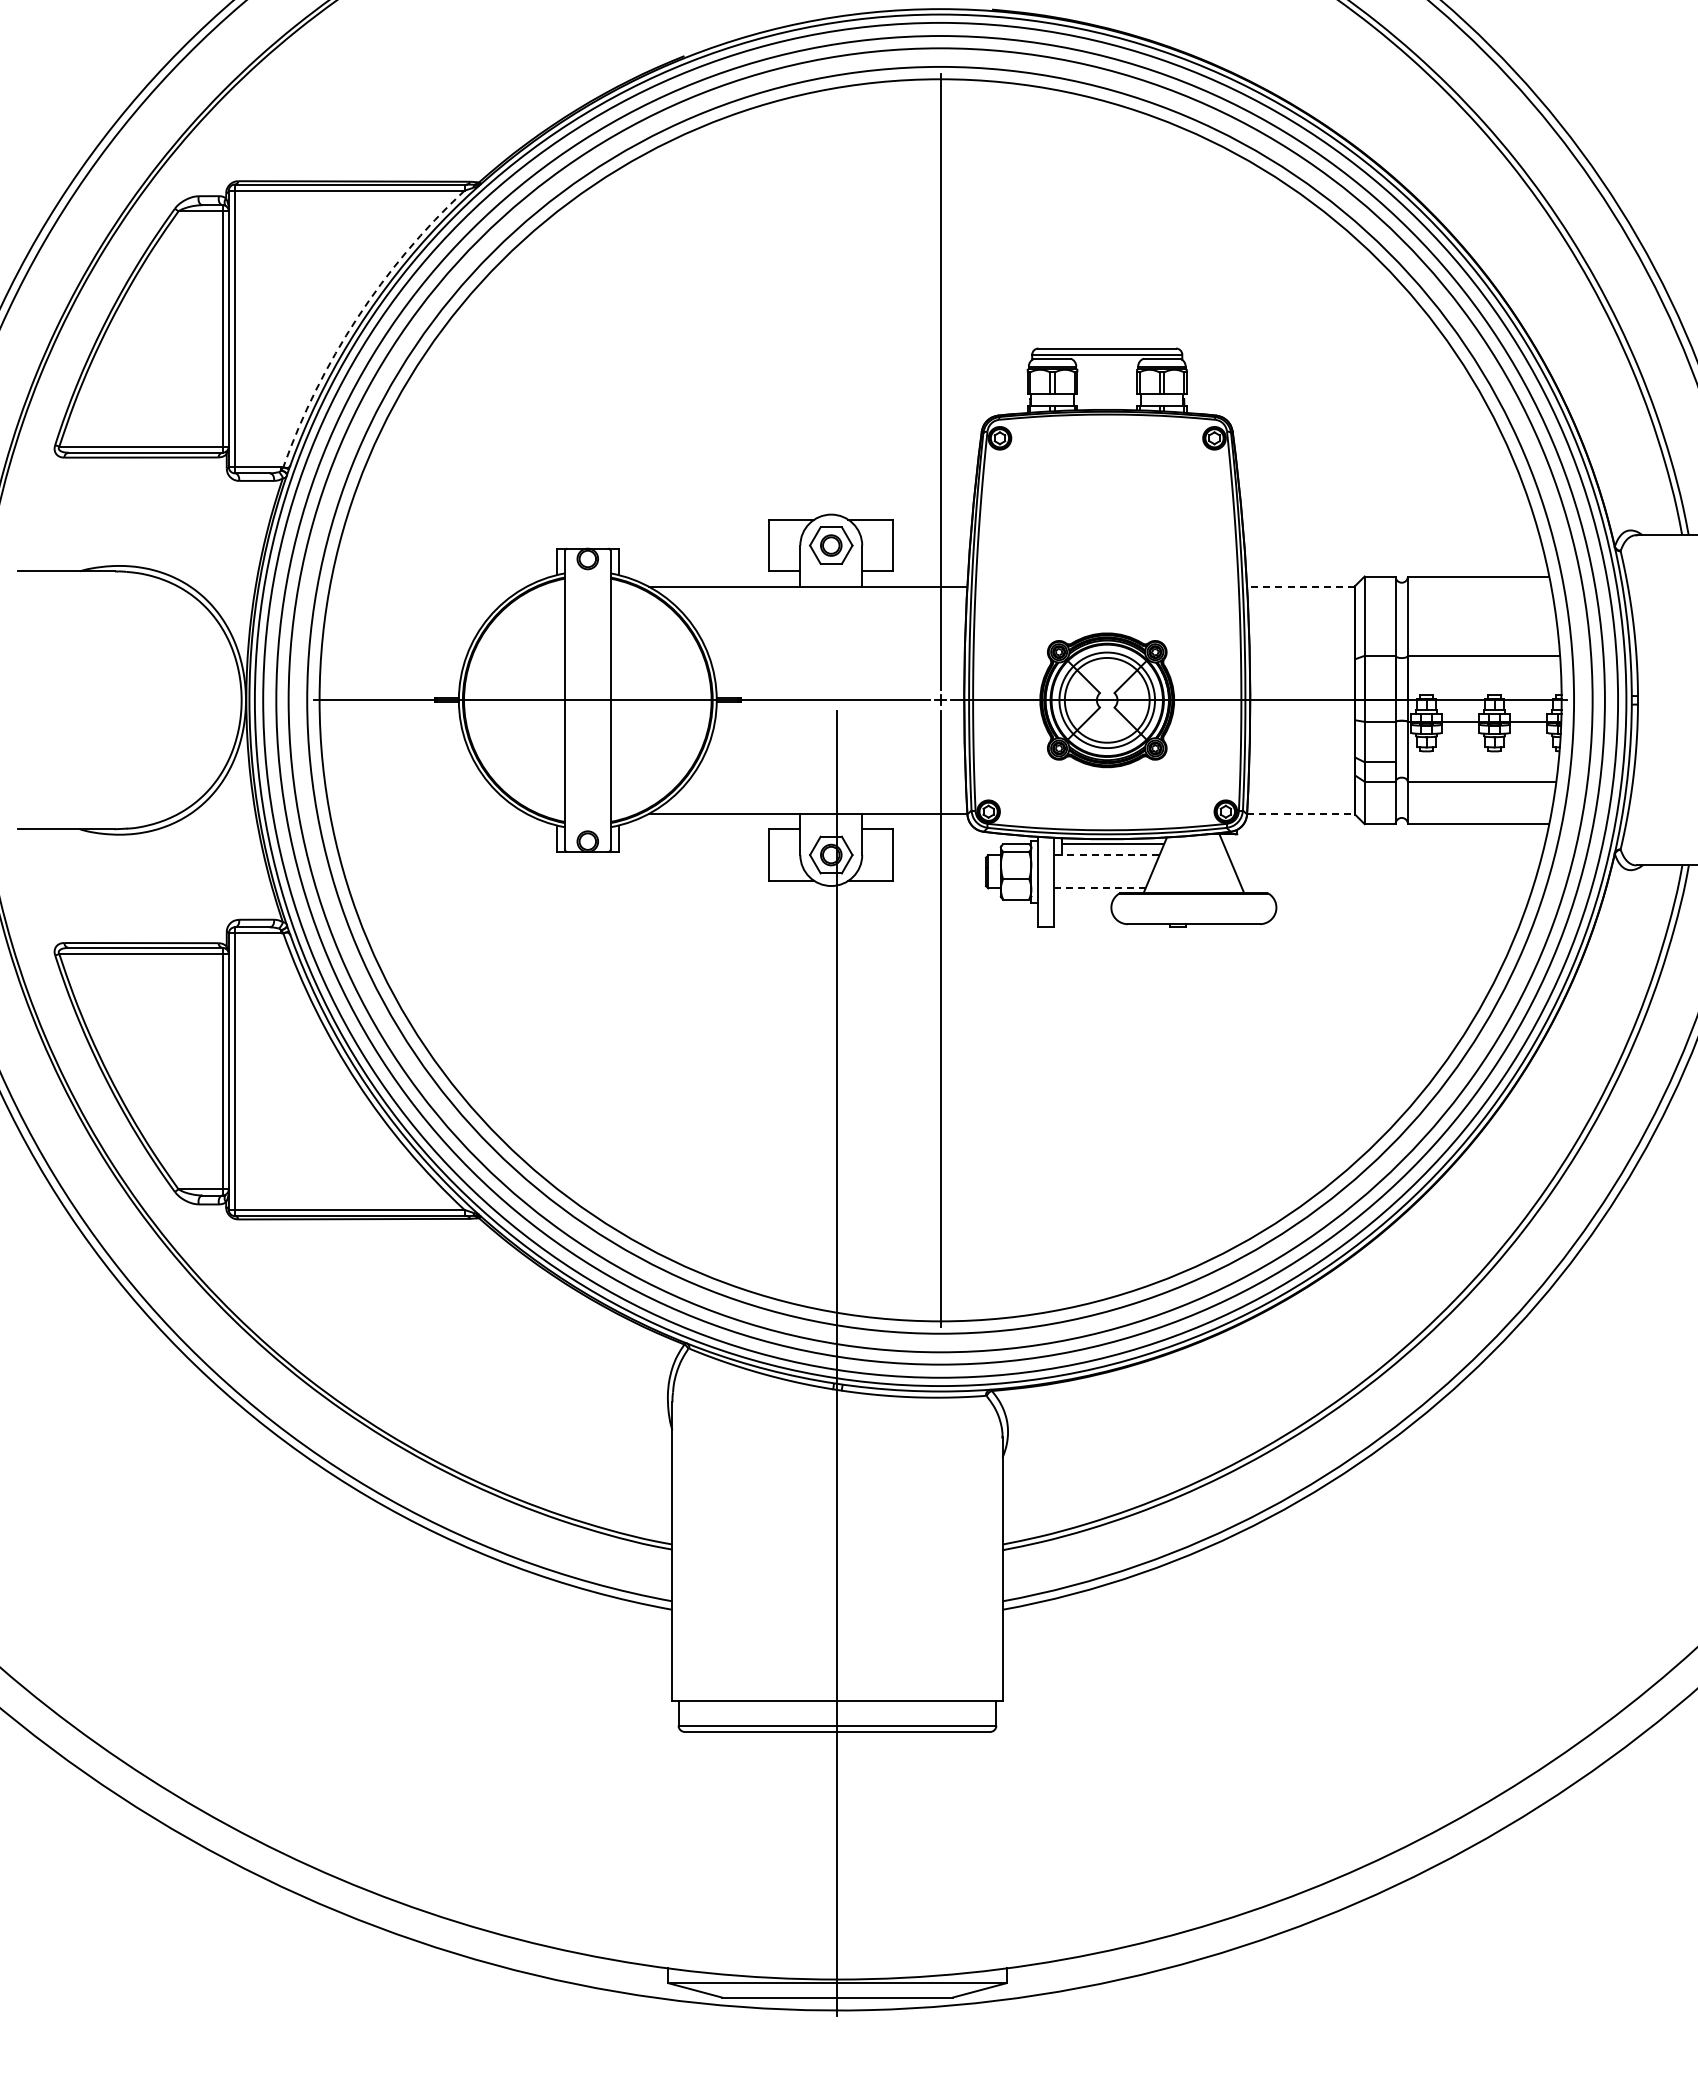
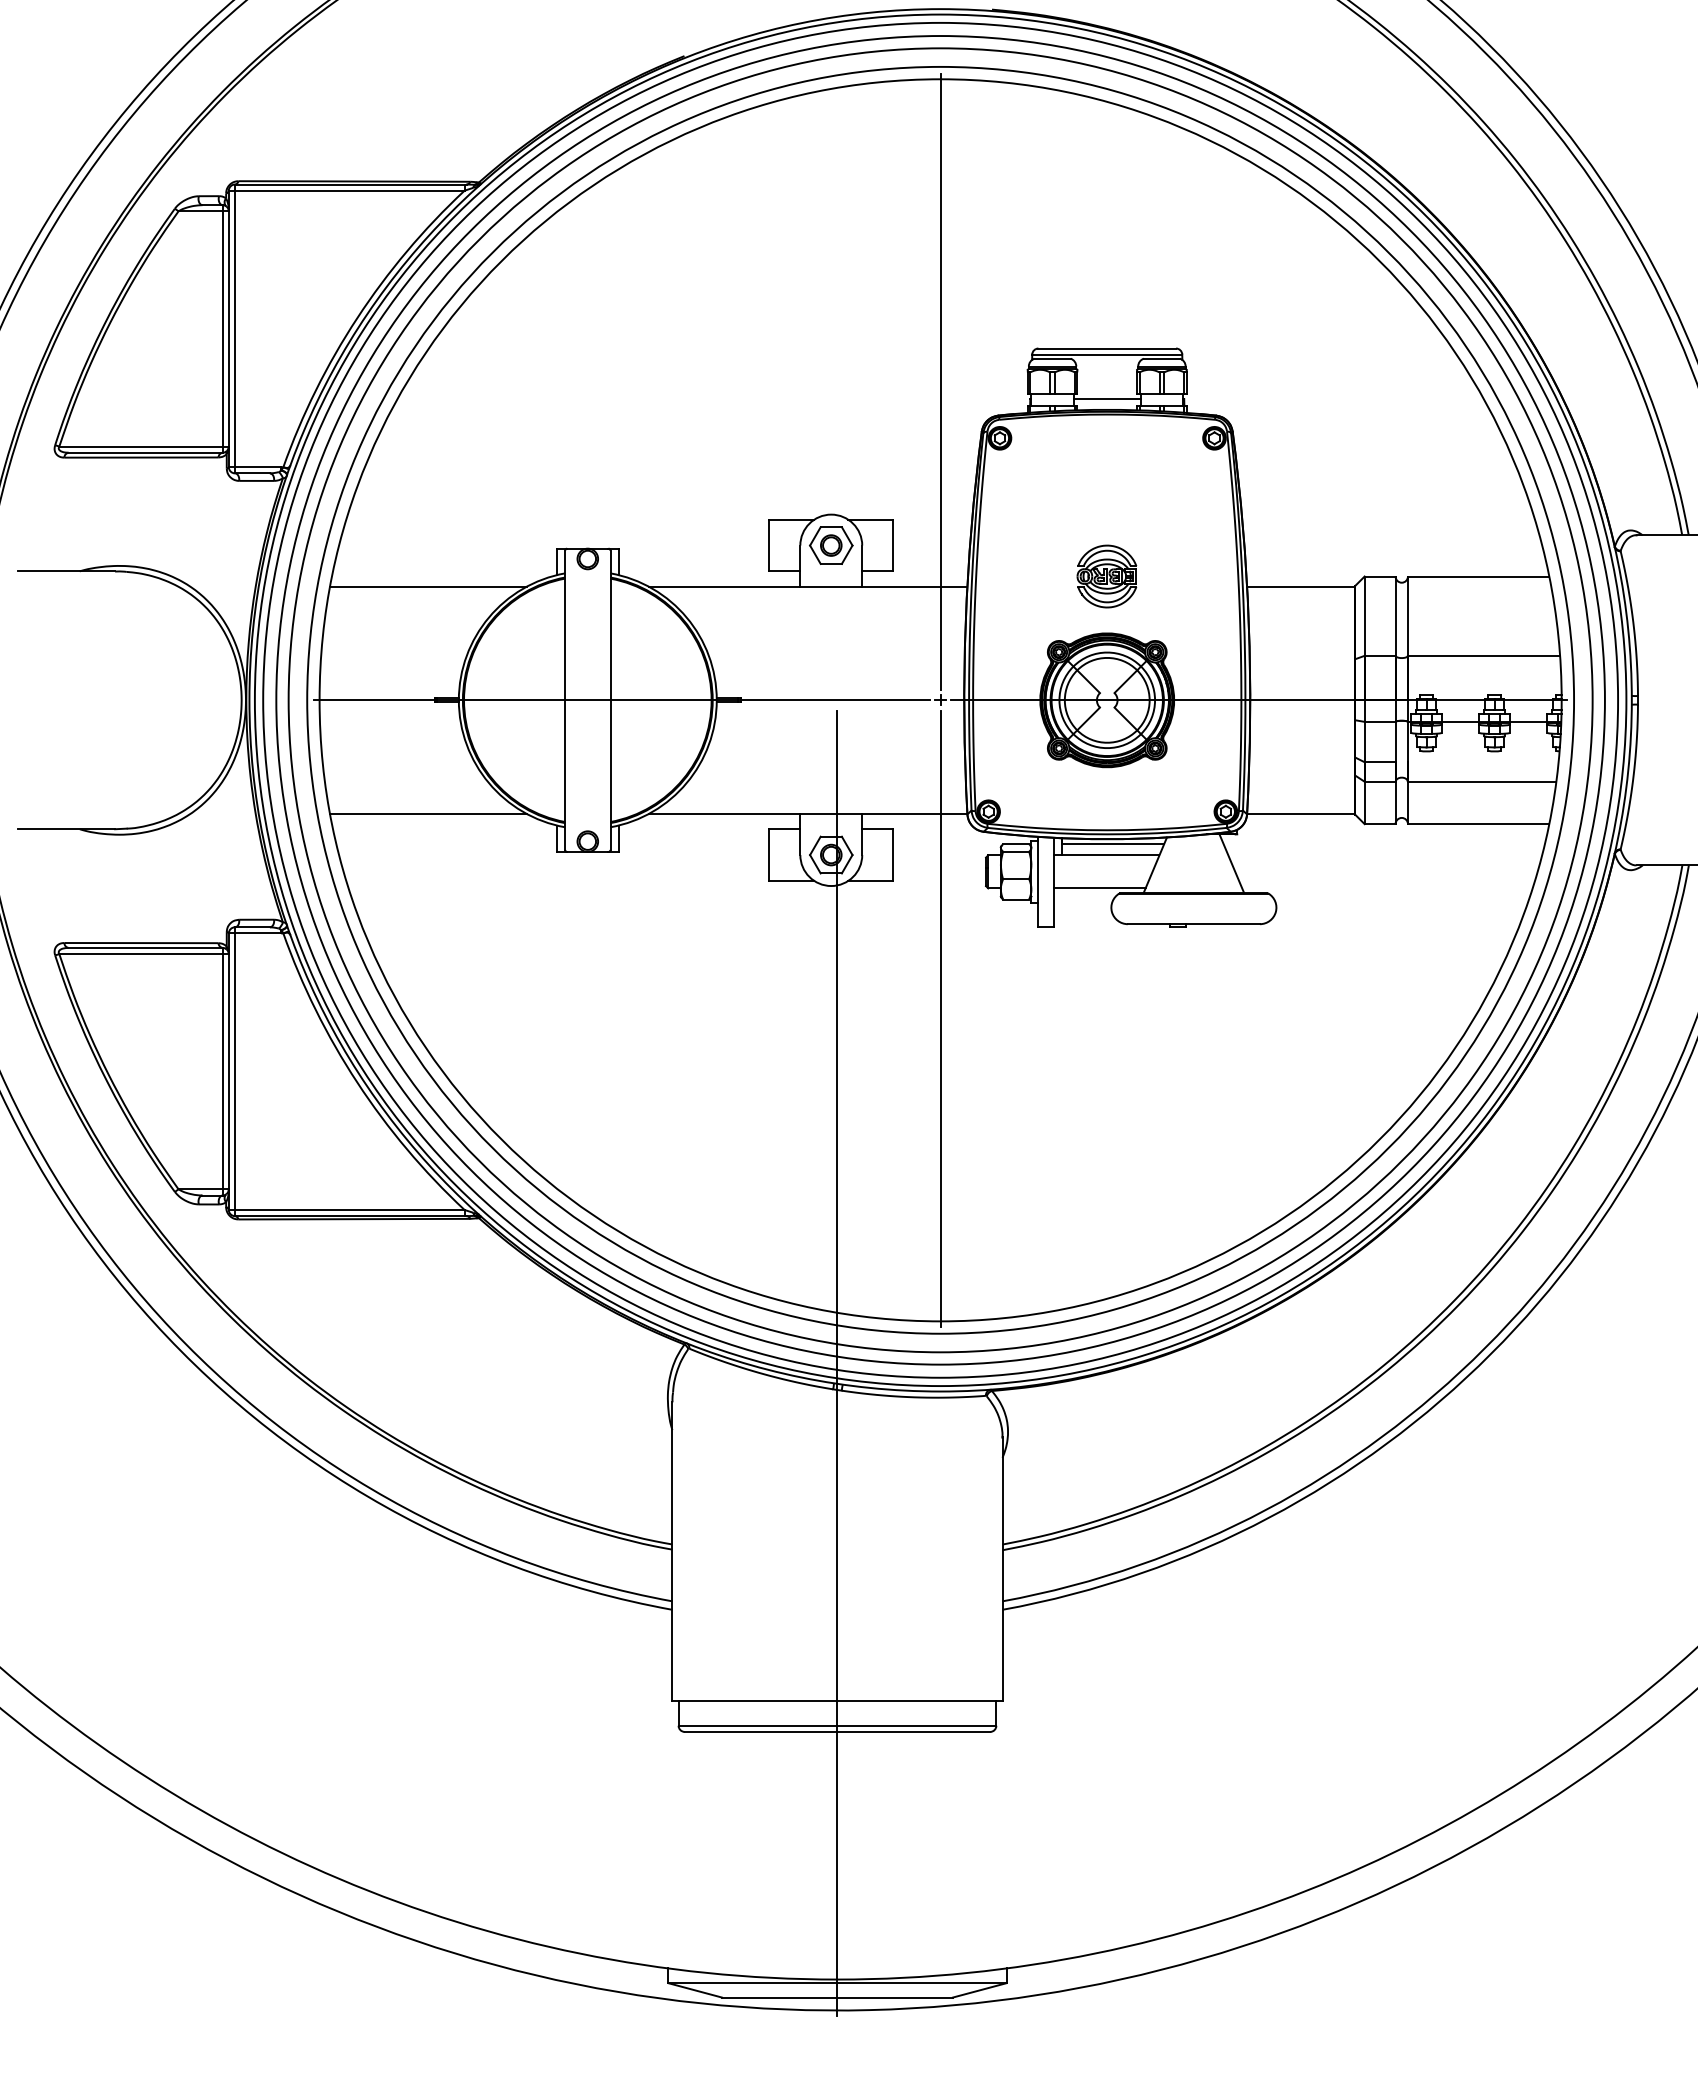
arc at (357, 318): dashed -> solid
line at (1106, 399): none -> present
part at (1106, 576): none -> present
line at (428, 586): none -> present
line at (1300, 586): dashed -> solid
line at (428, 813): none -> present
line at (1301, 813): dashed -> solid
line at (1106, 855): dashed -> solid
line at (1099, 888): dashed -> solid
